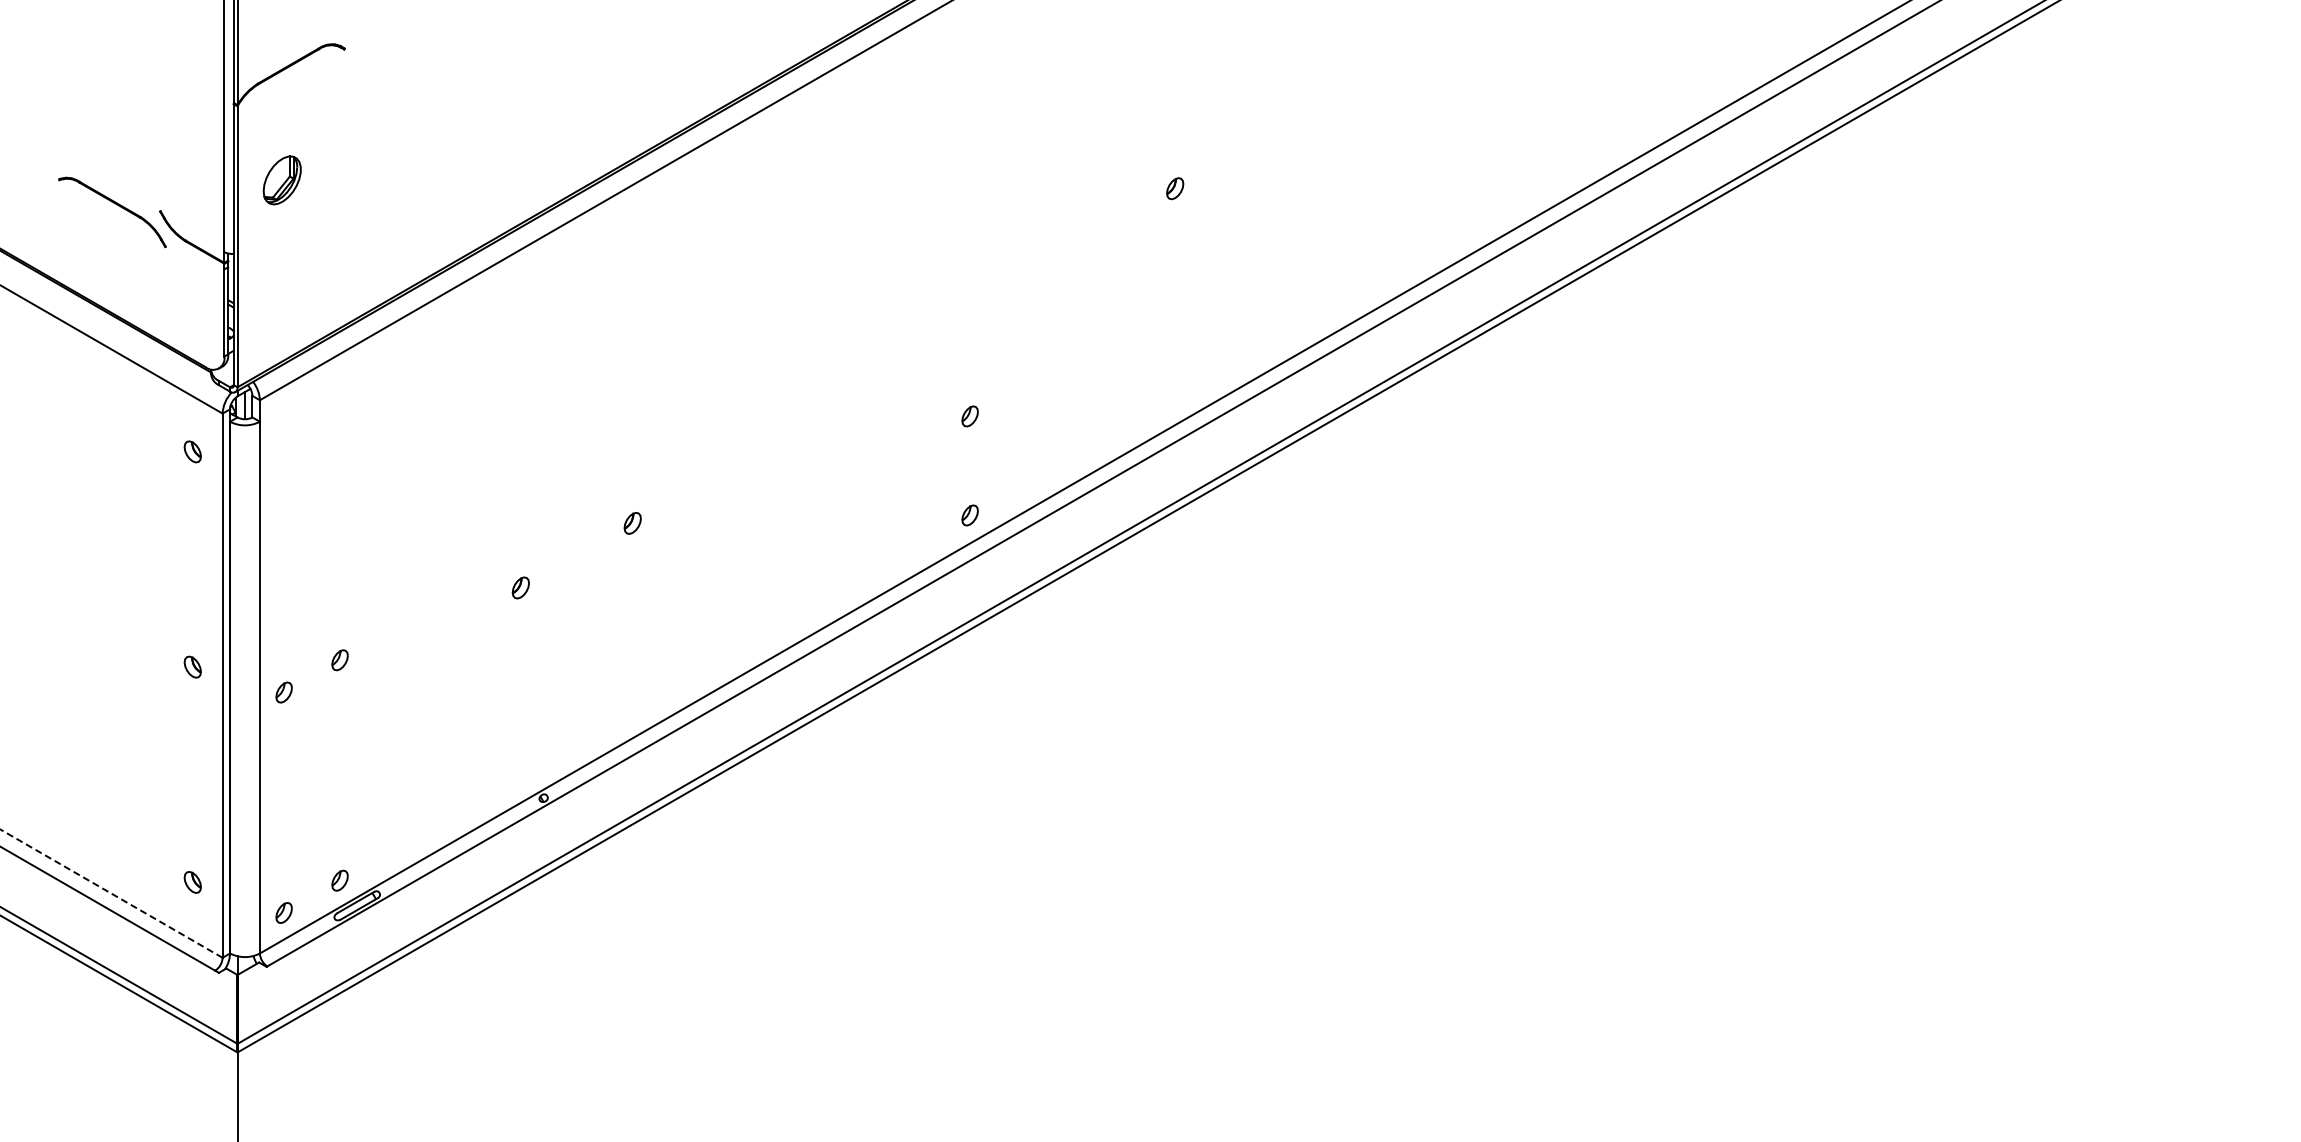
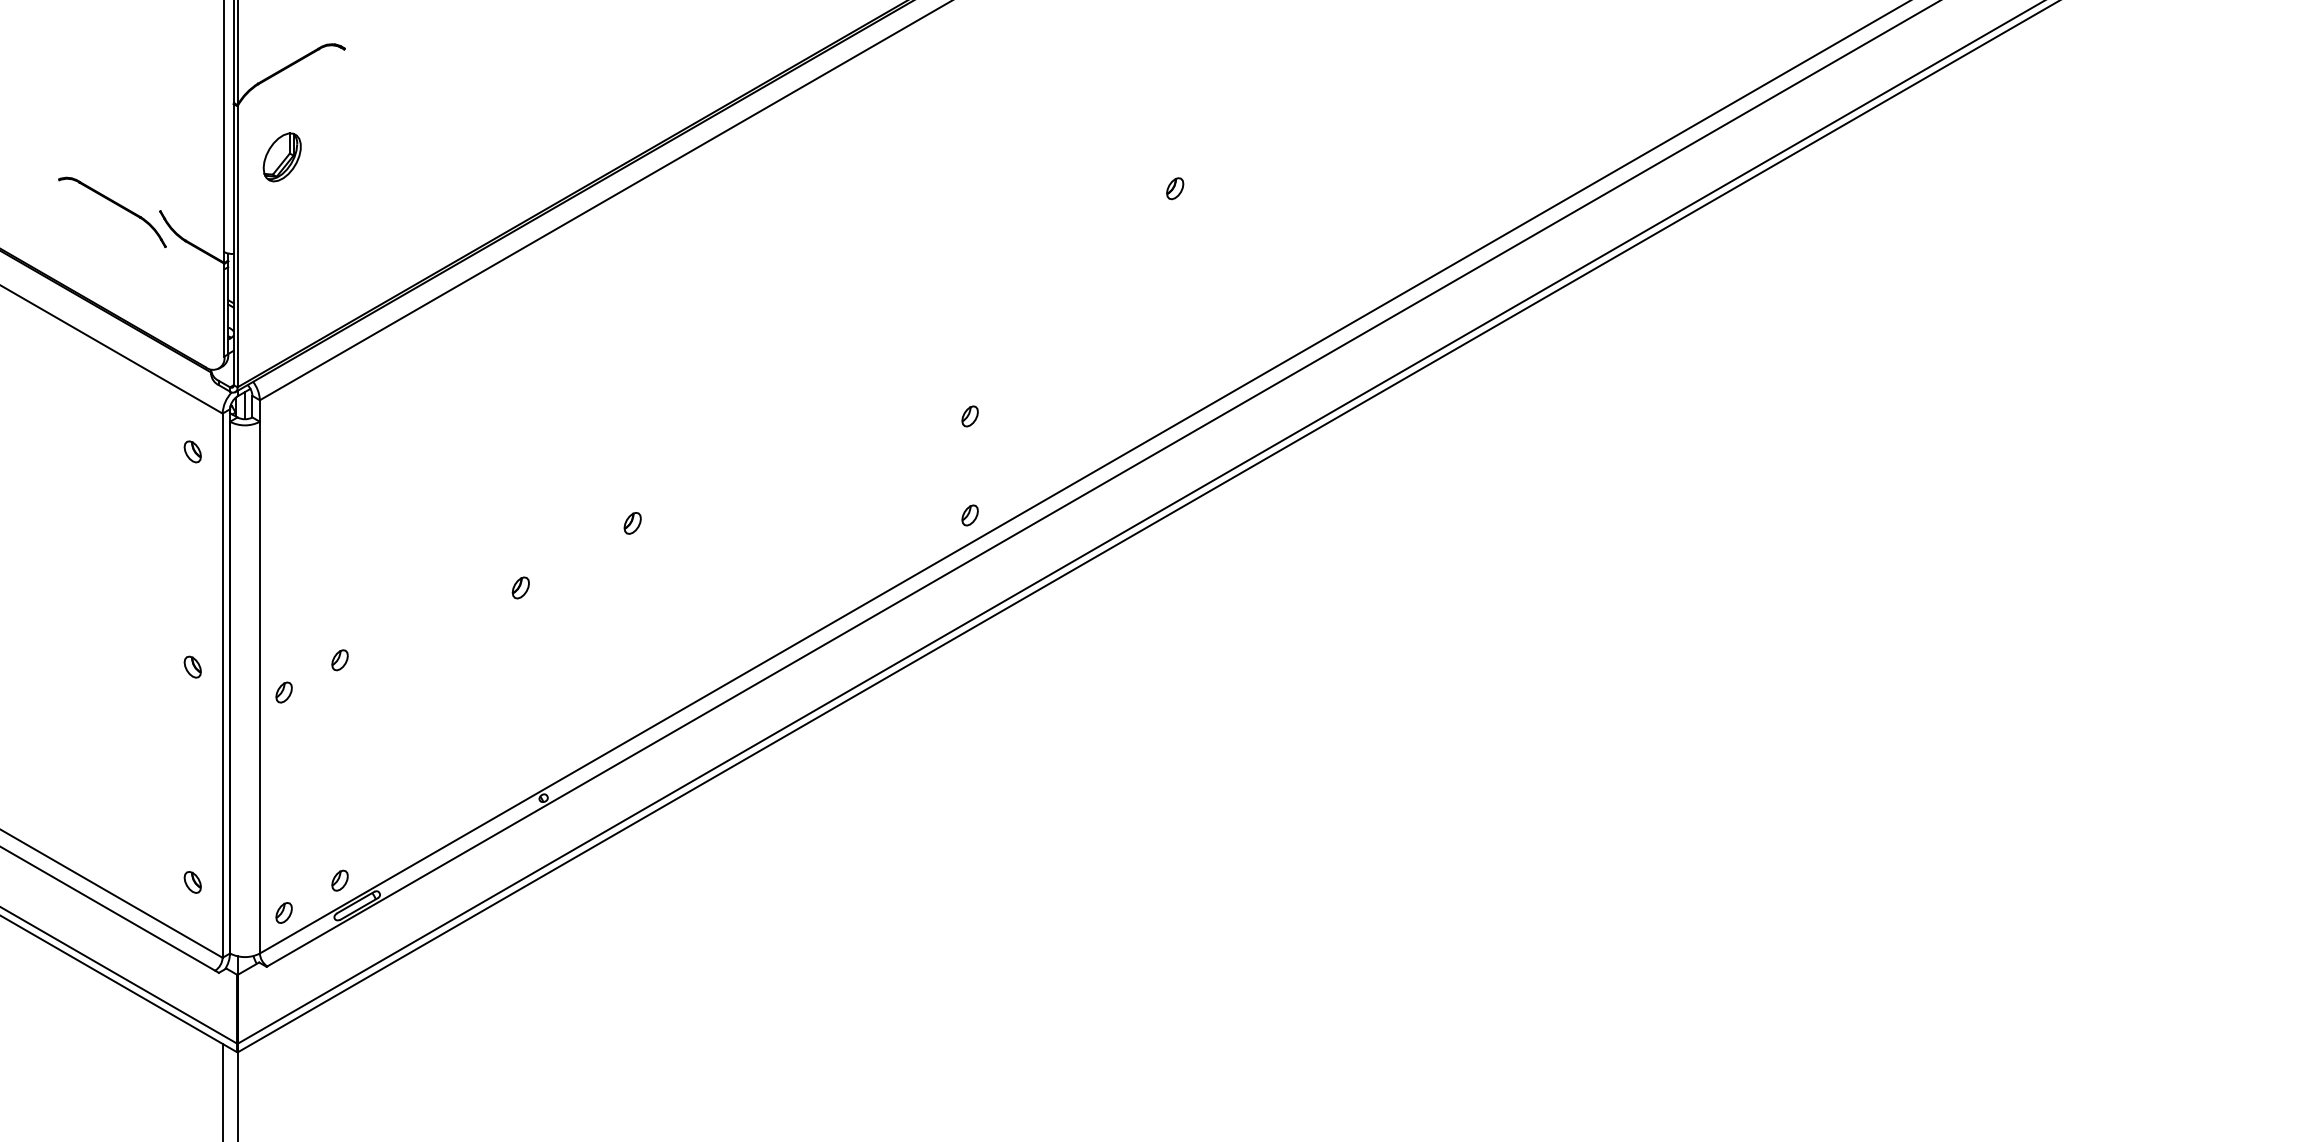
part at (281, 180) position: (281, 180) -> (281, 157)
line at (110, 893): dashed -> solid
line at (222, 1090): none -> present
